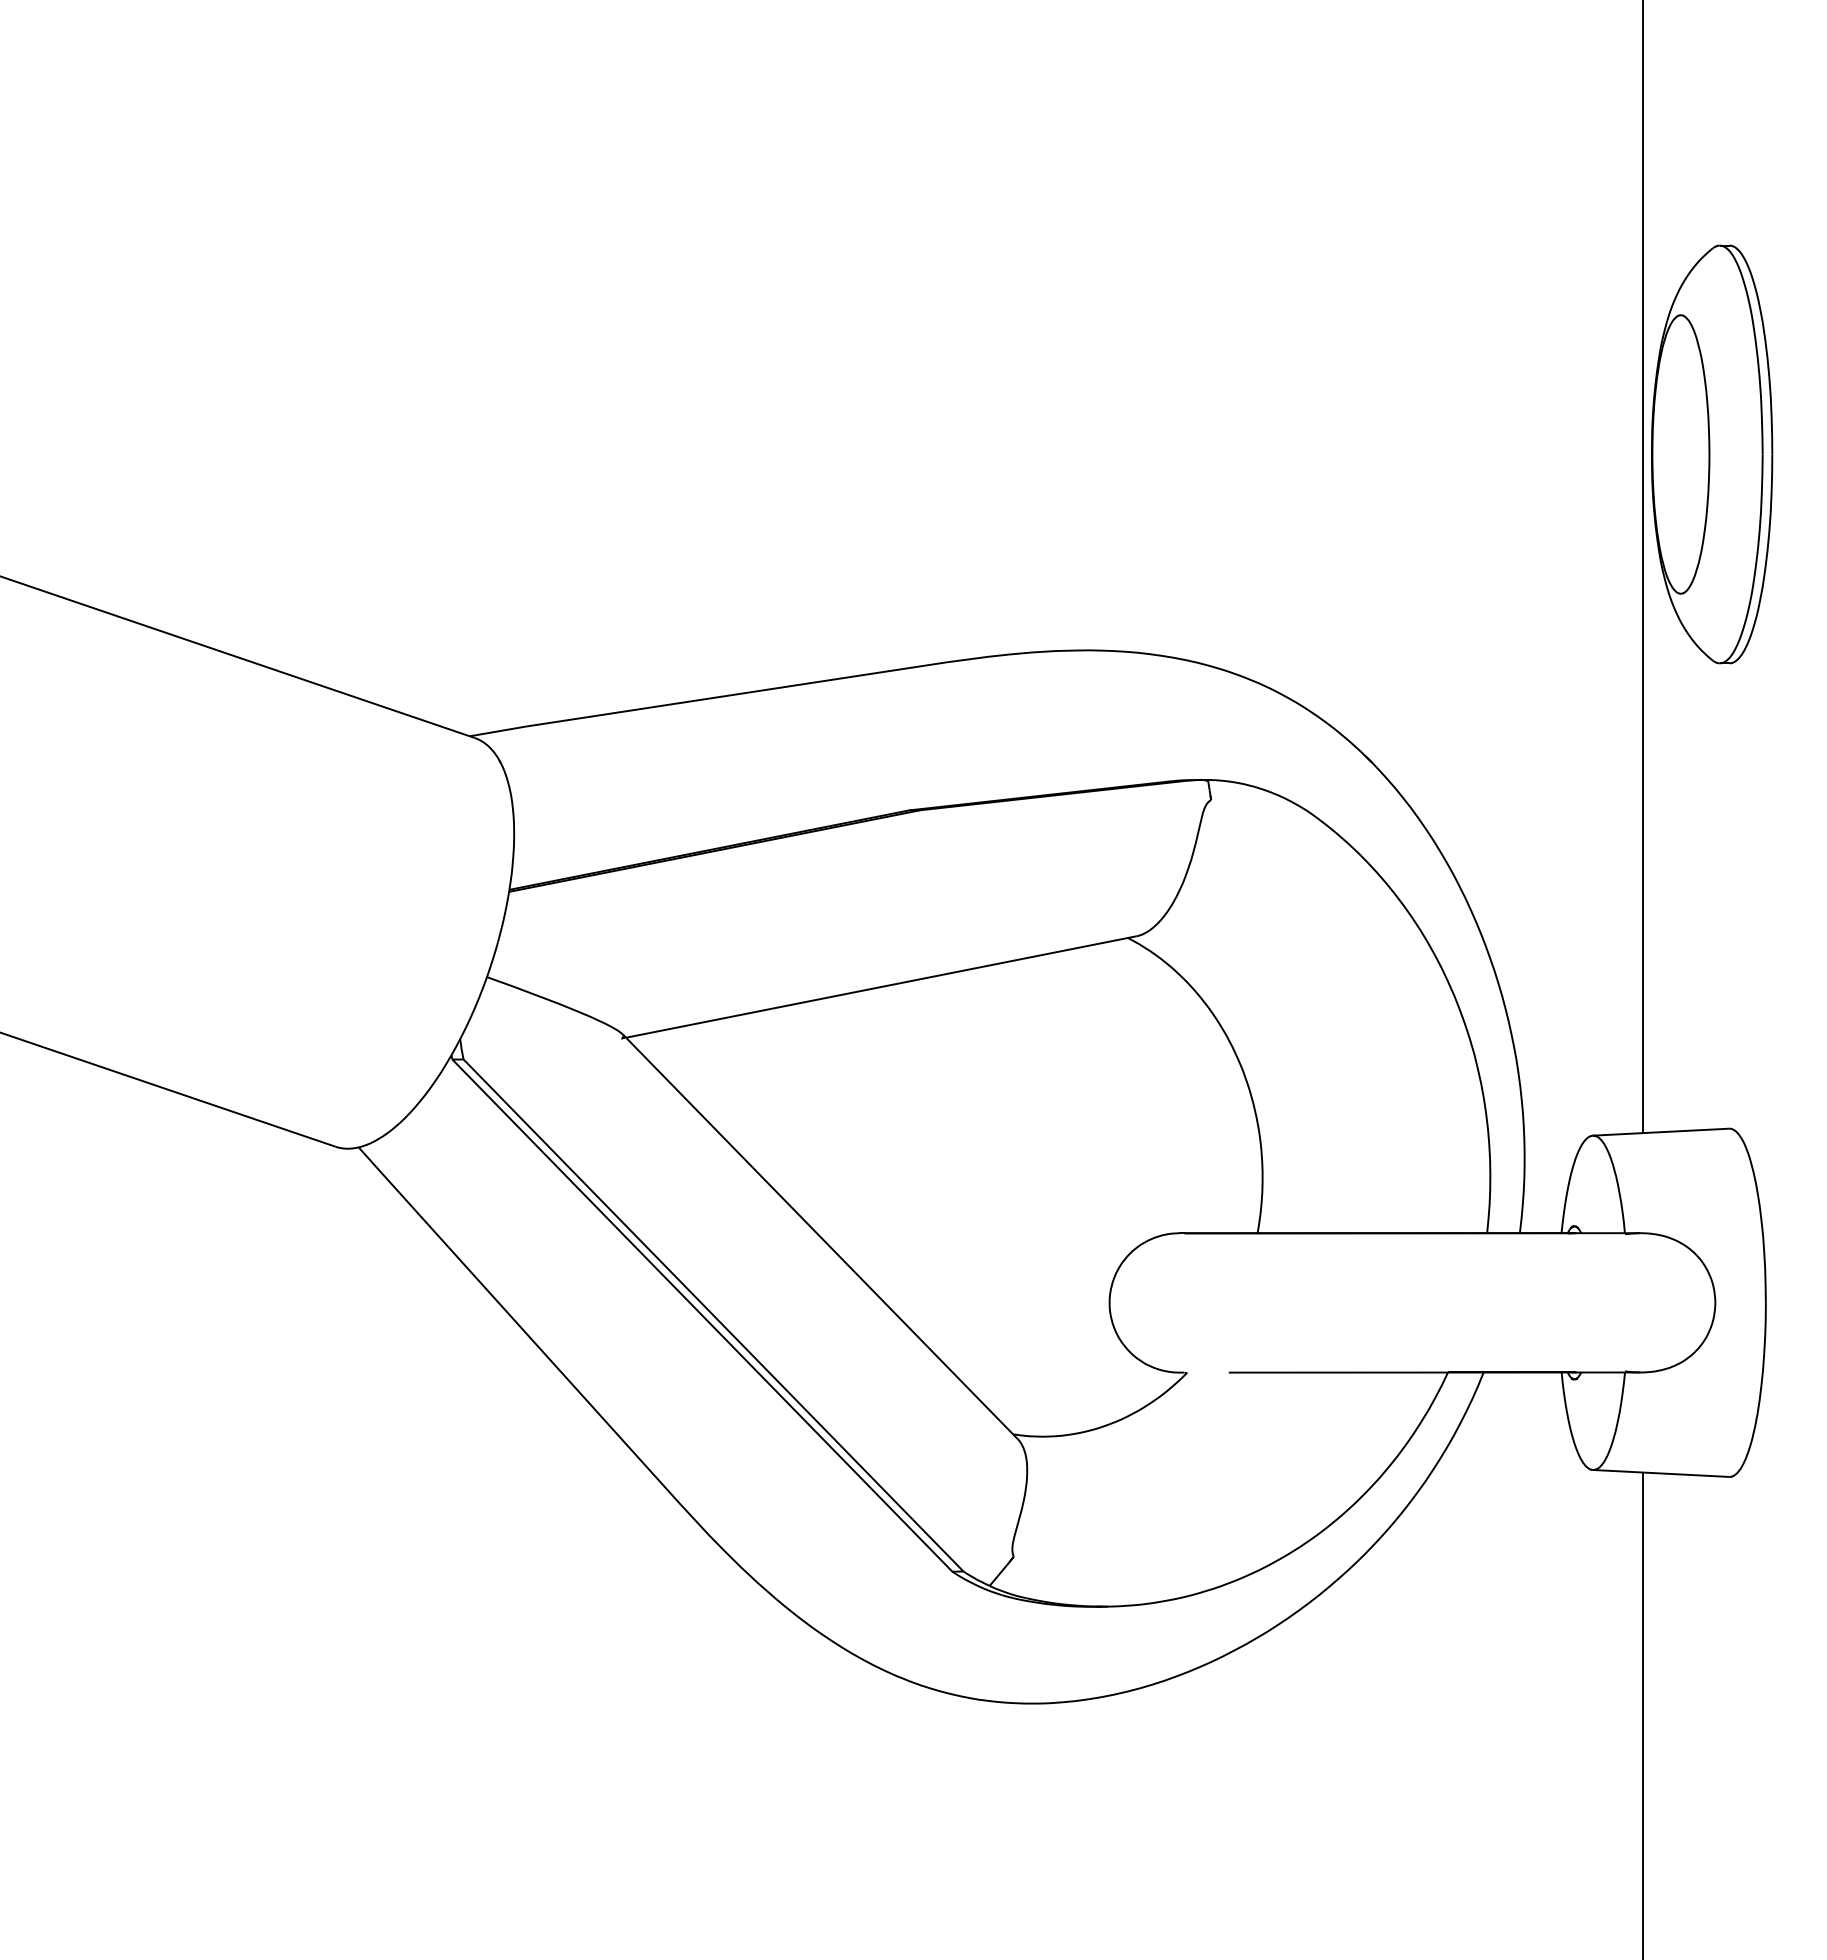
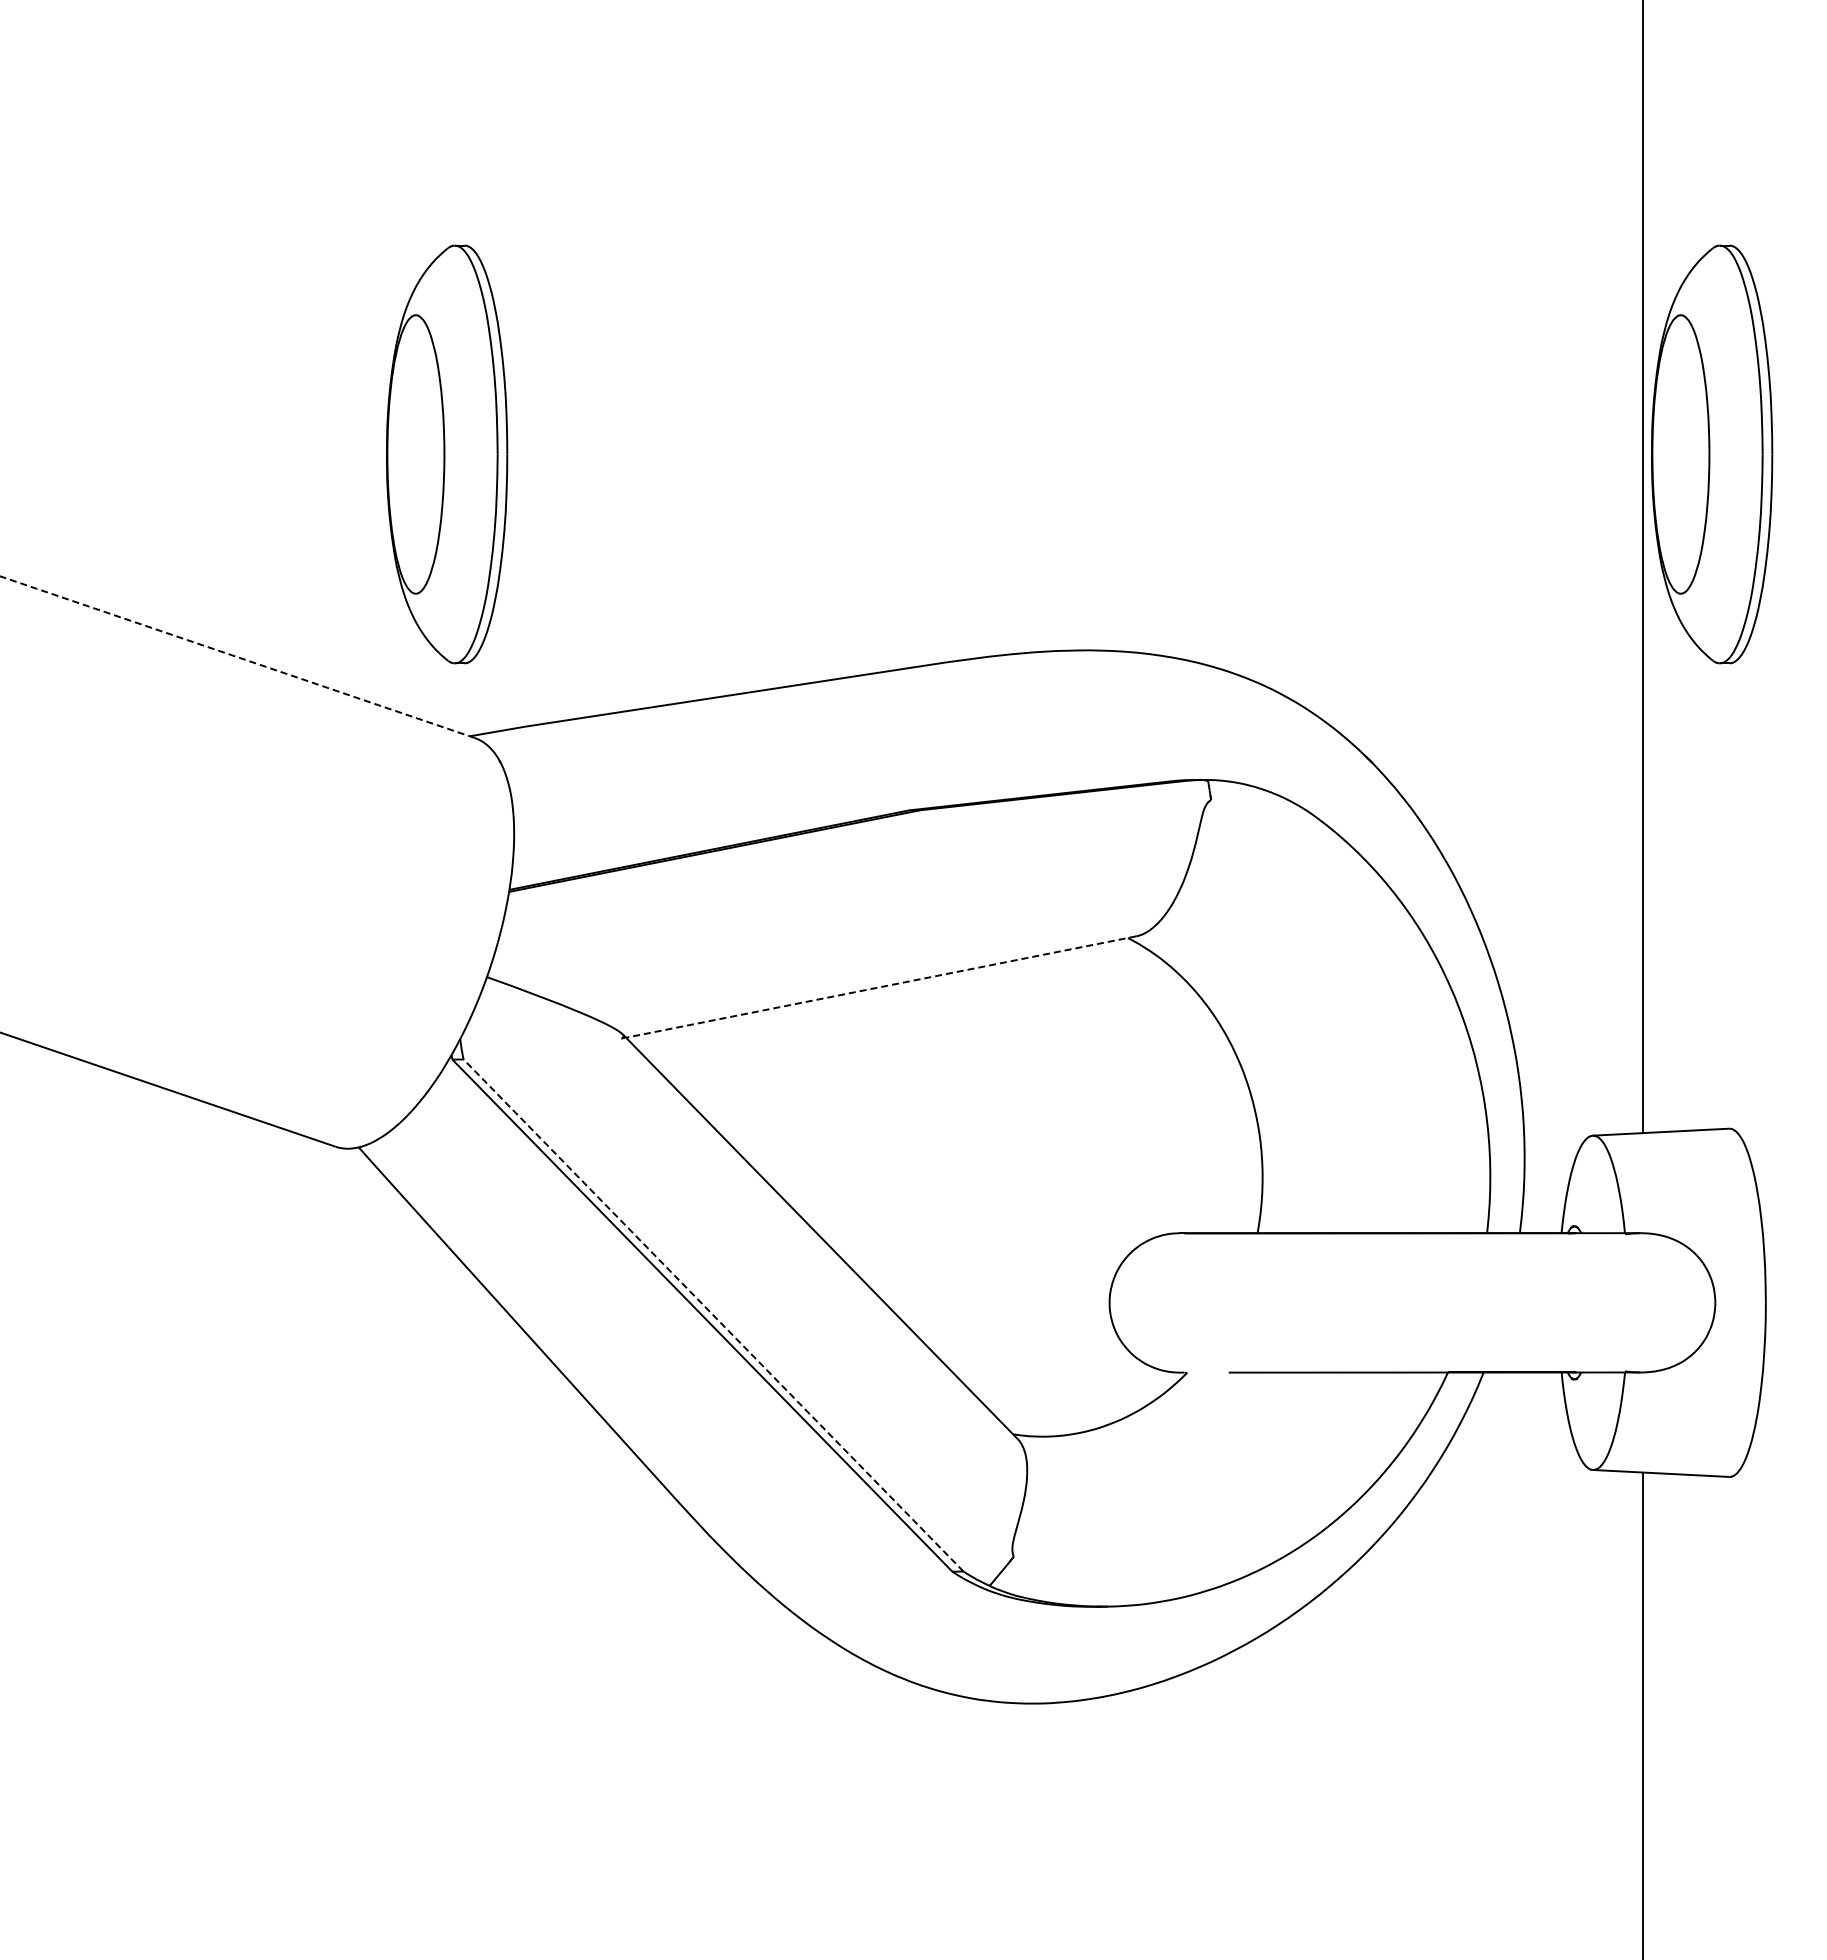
part at (447, 454): none -> present
line at (237, 657): solid -> dashed
line at (880, 987): solid -> dashed
line at (713, 1315): solid -> dashed
